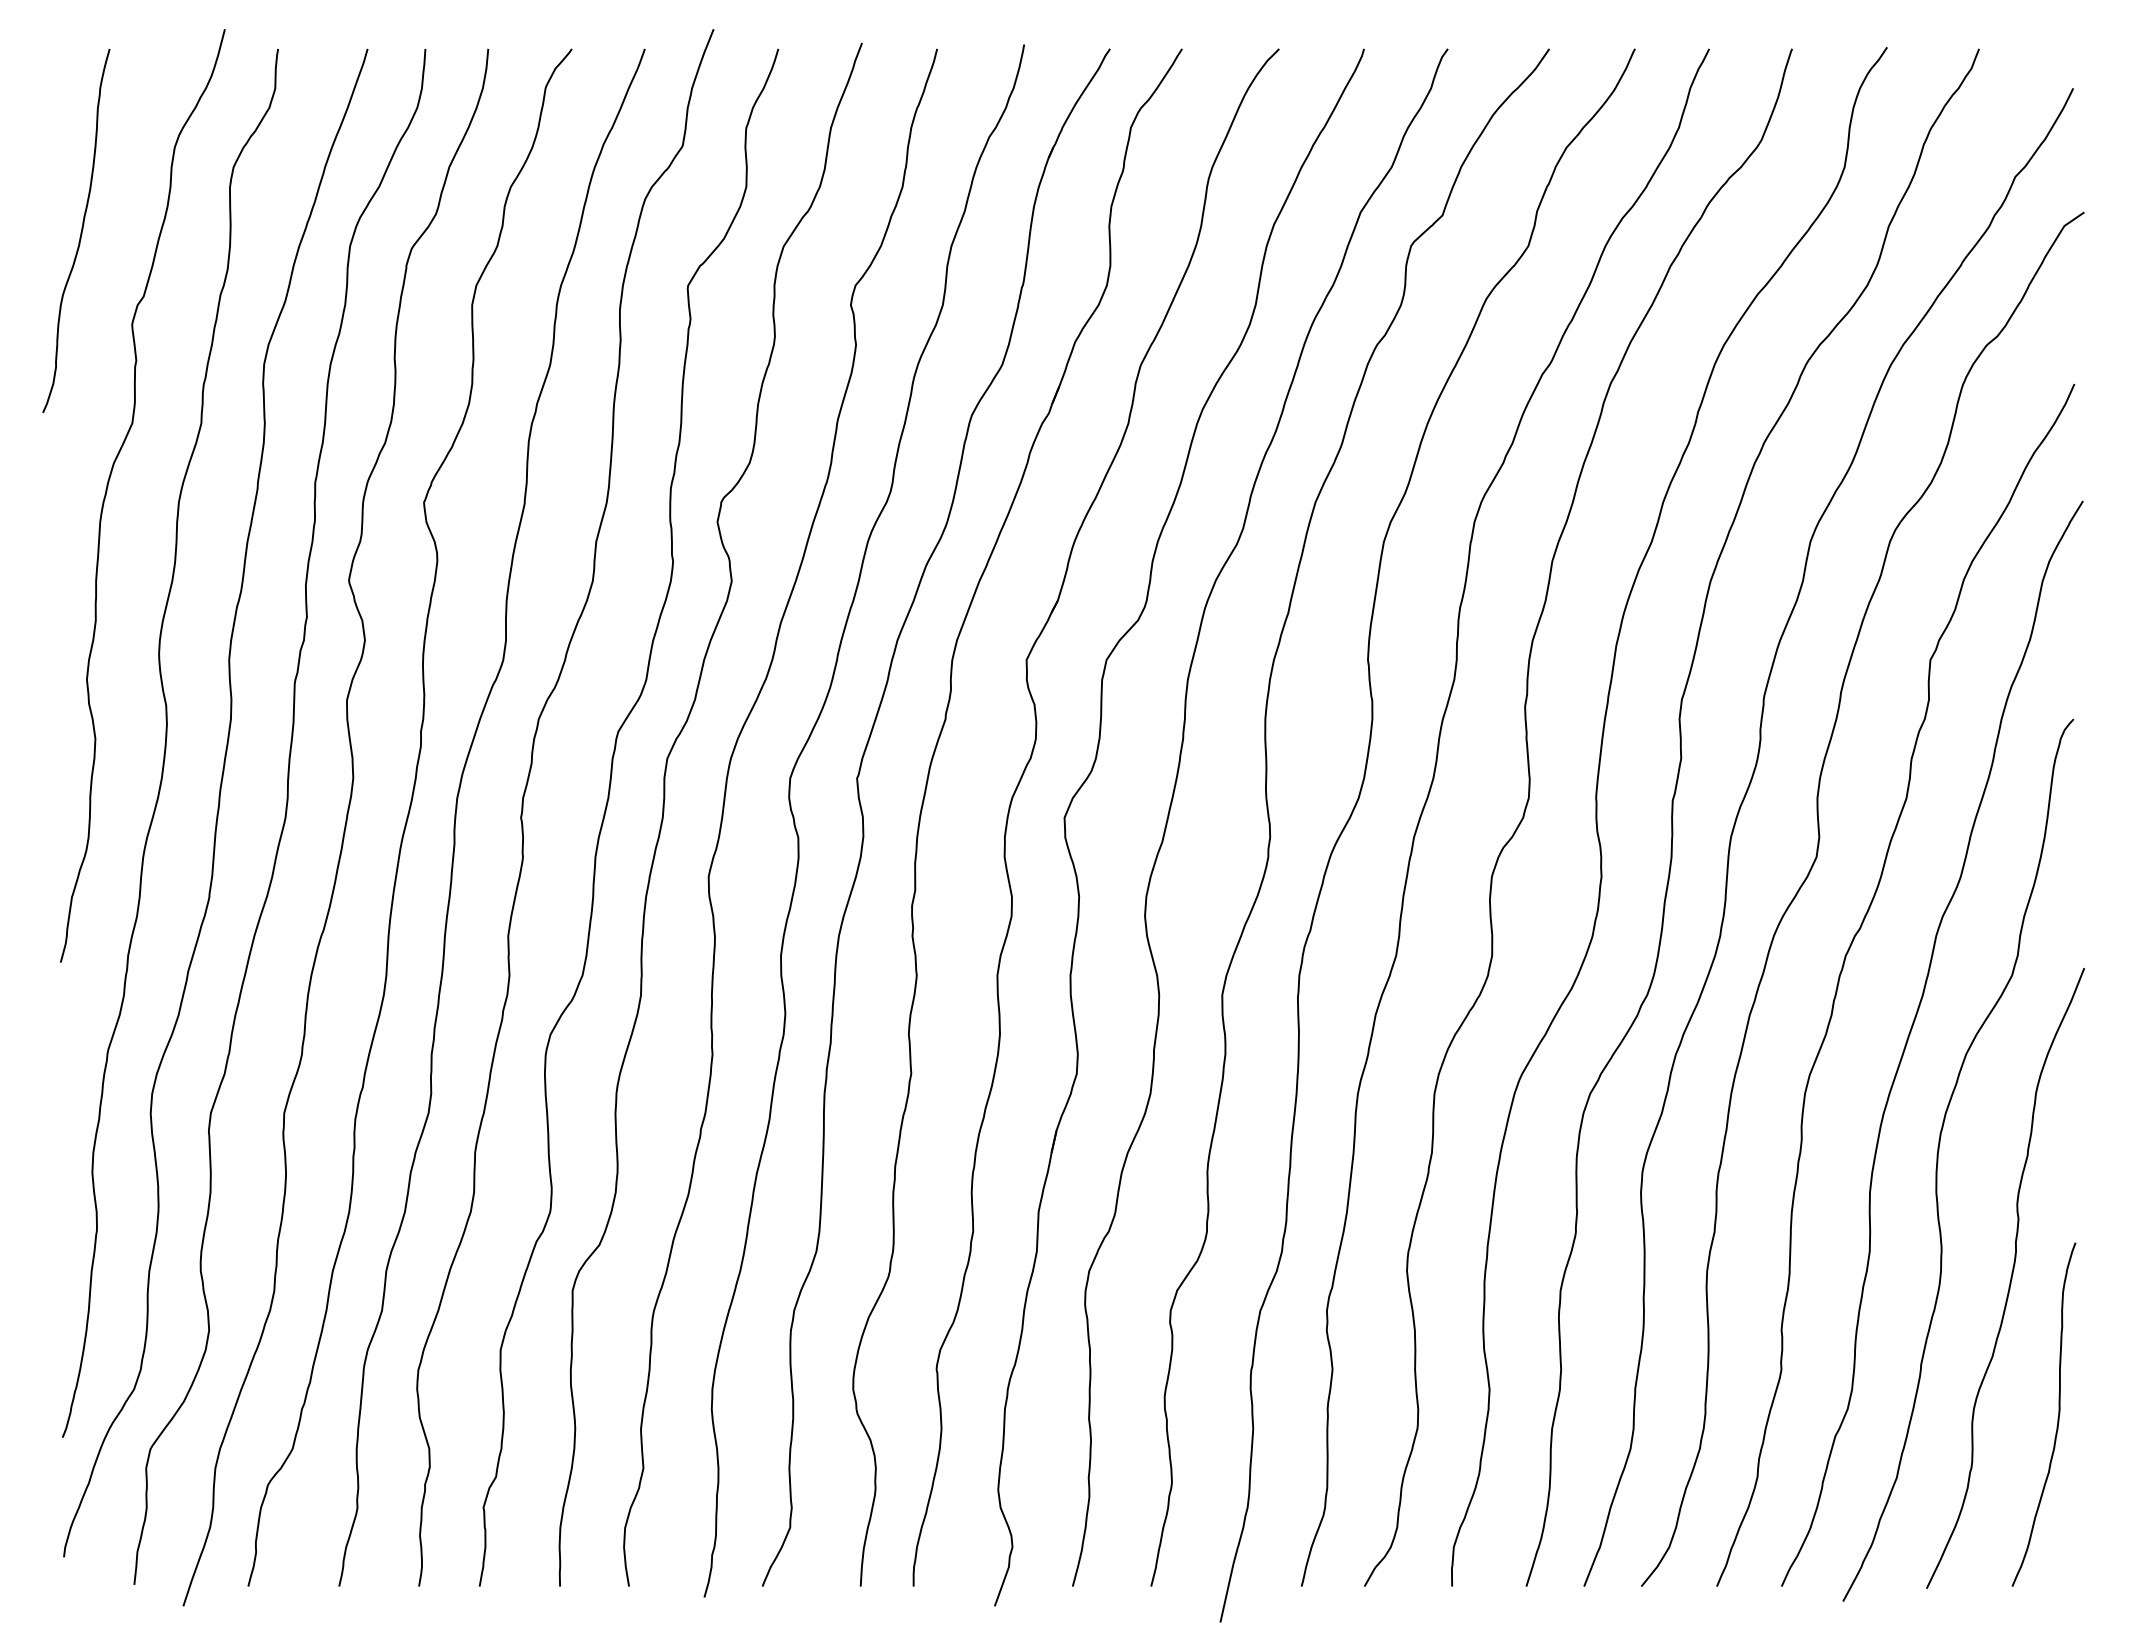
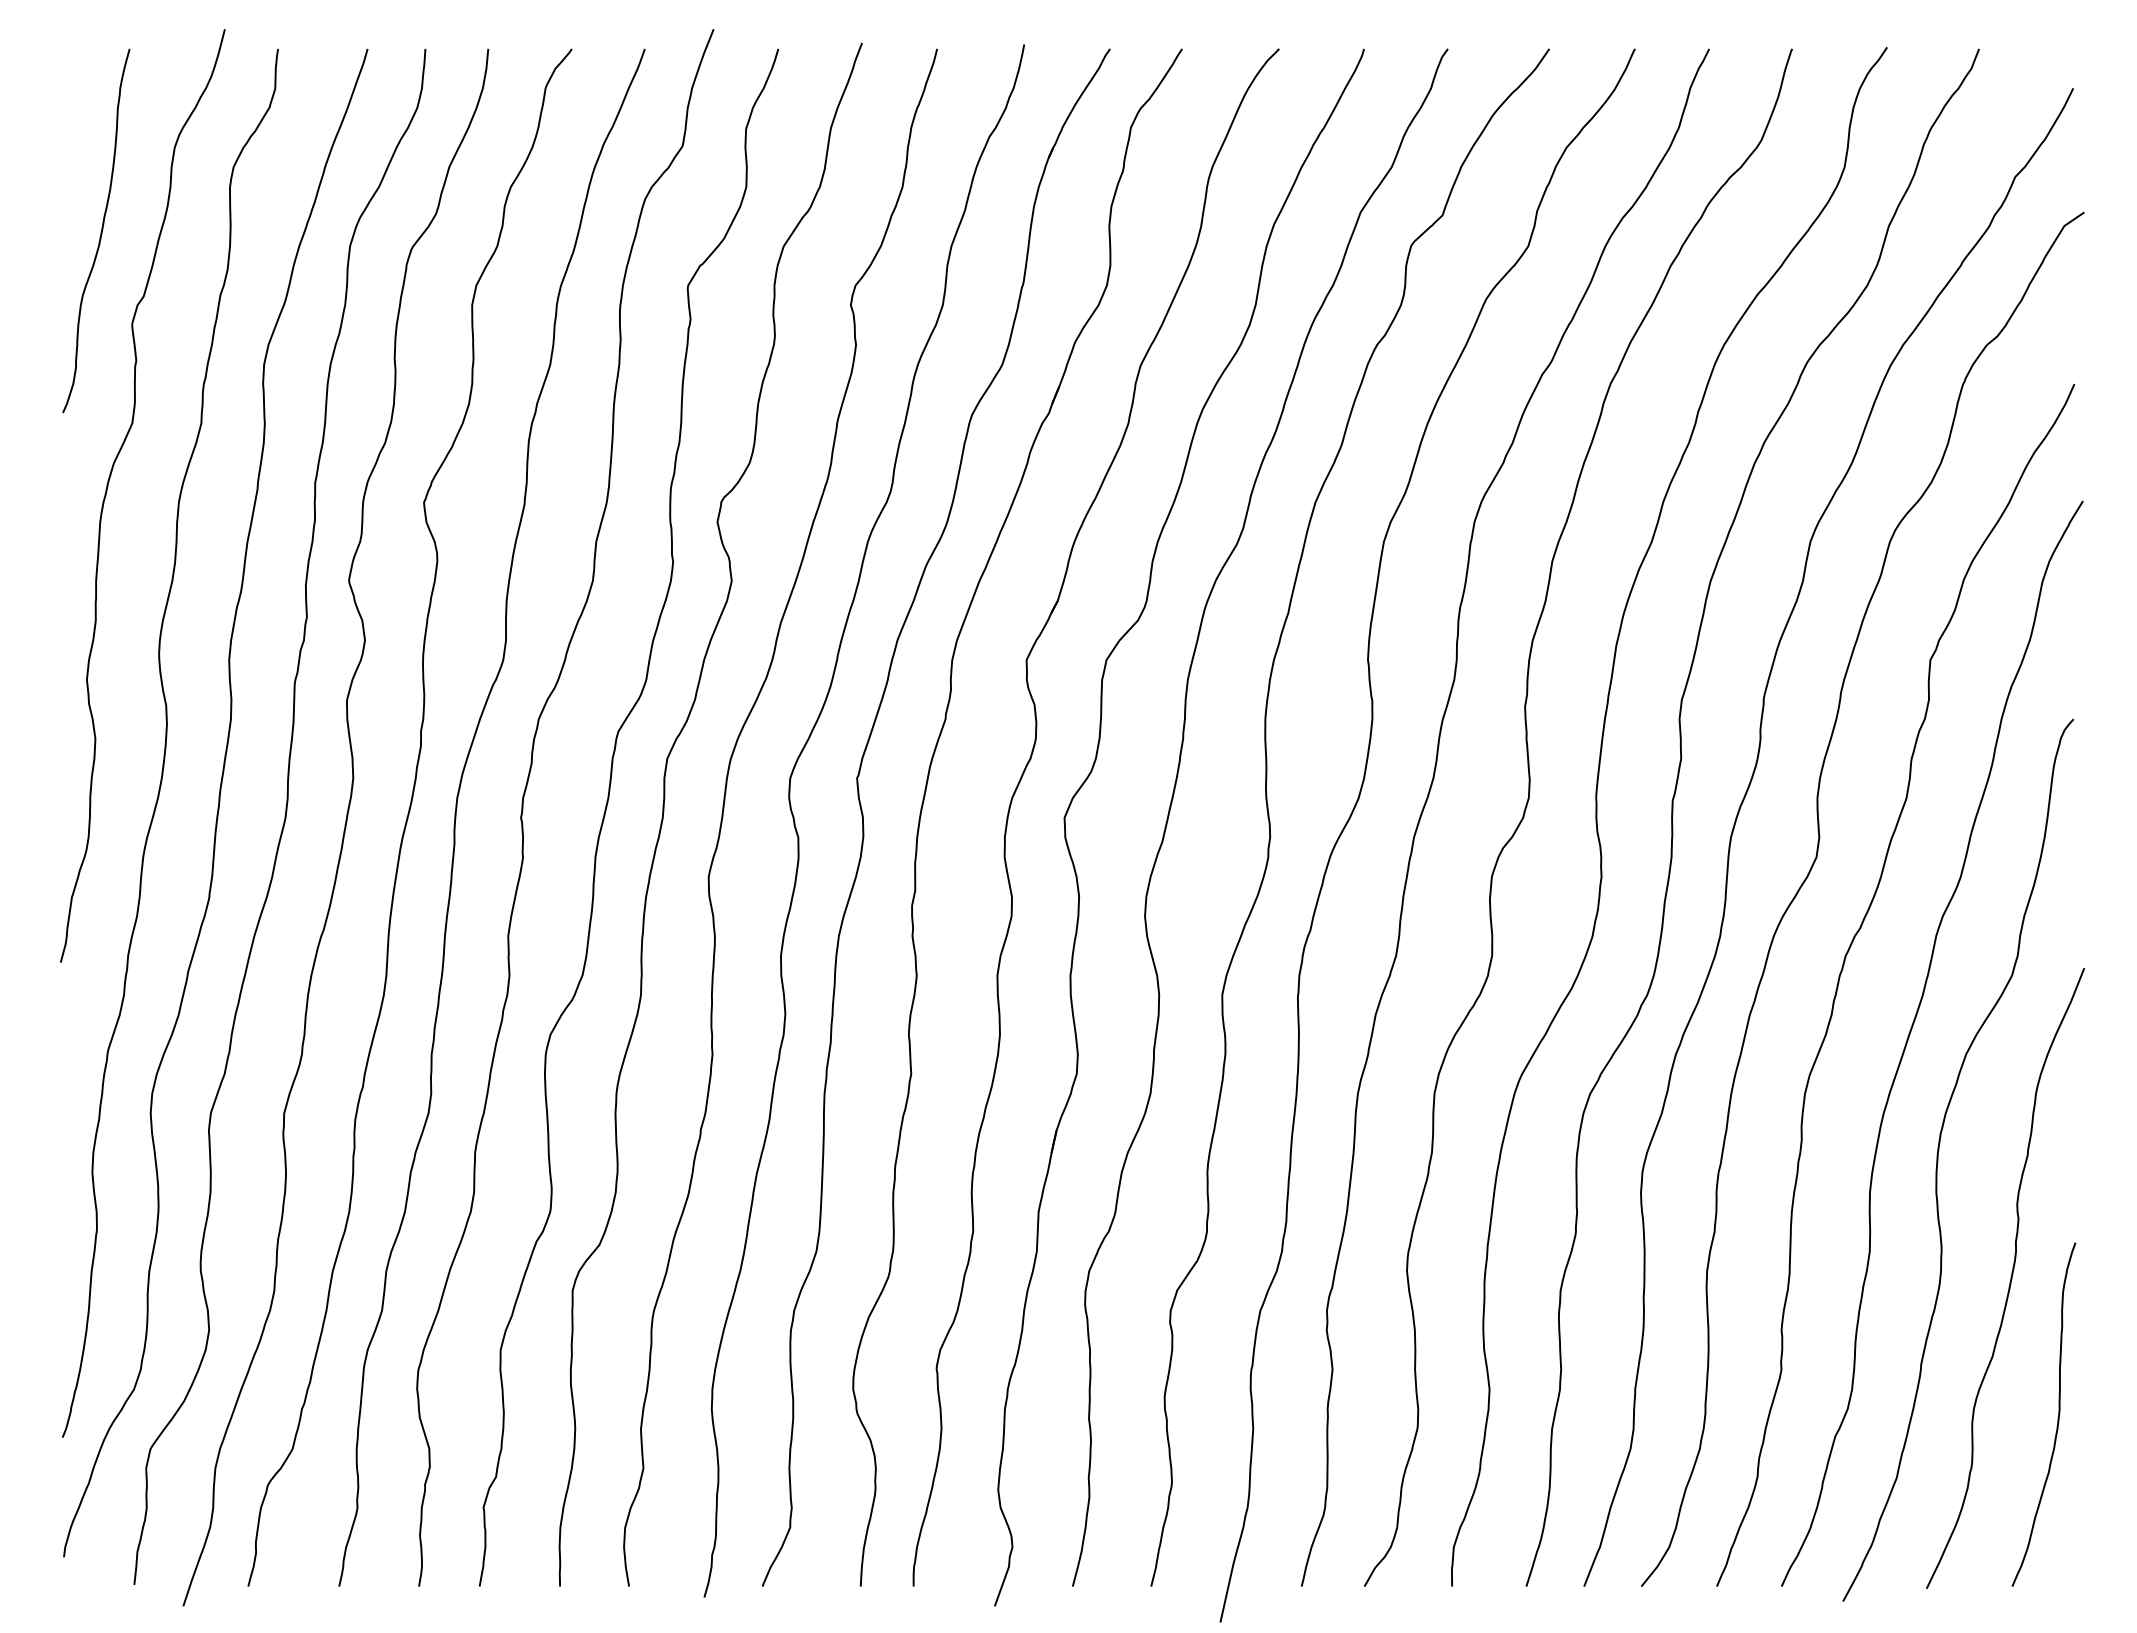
curve at (80, 232) position: (80, 232) -> (100, 232)
